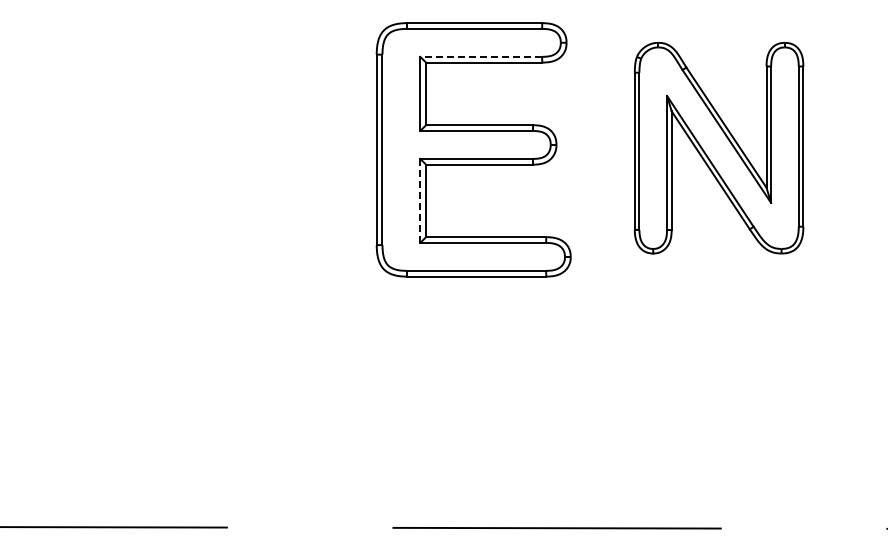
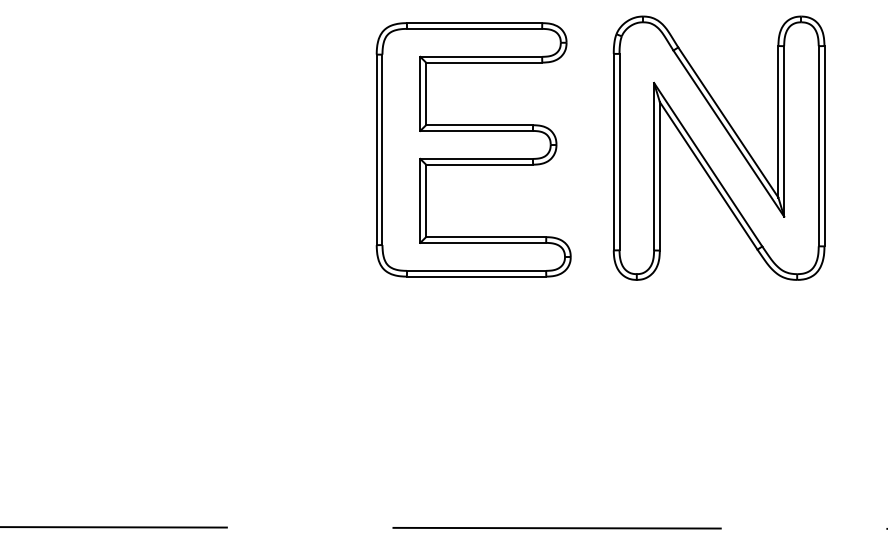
line at (481, 56): dashed -> solid
part at (718, 148) size: 172x213 px -> 214x266 px
line at (420, 200): dashed -> solid
